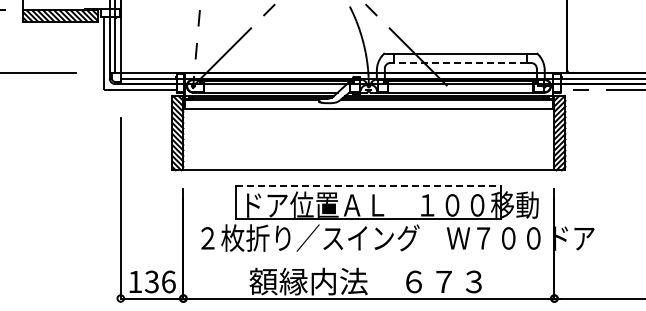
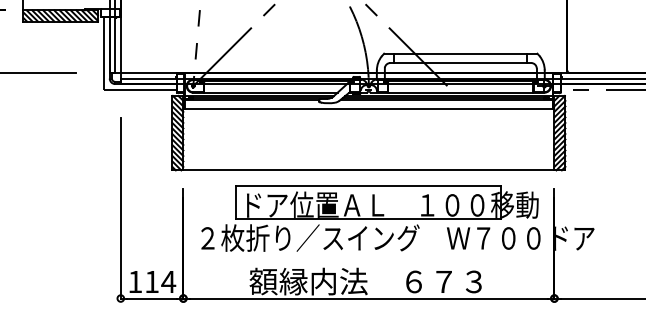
line at (460, 62): dashed -> solid
line at (369, 186): dashed -> solid
text at (160, 281): 136 -> 114
